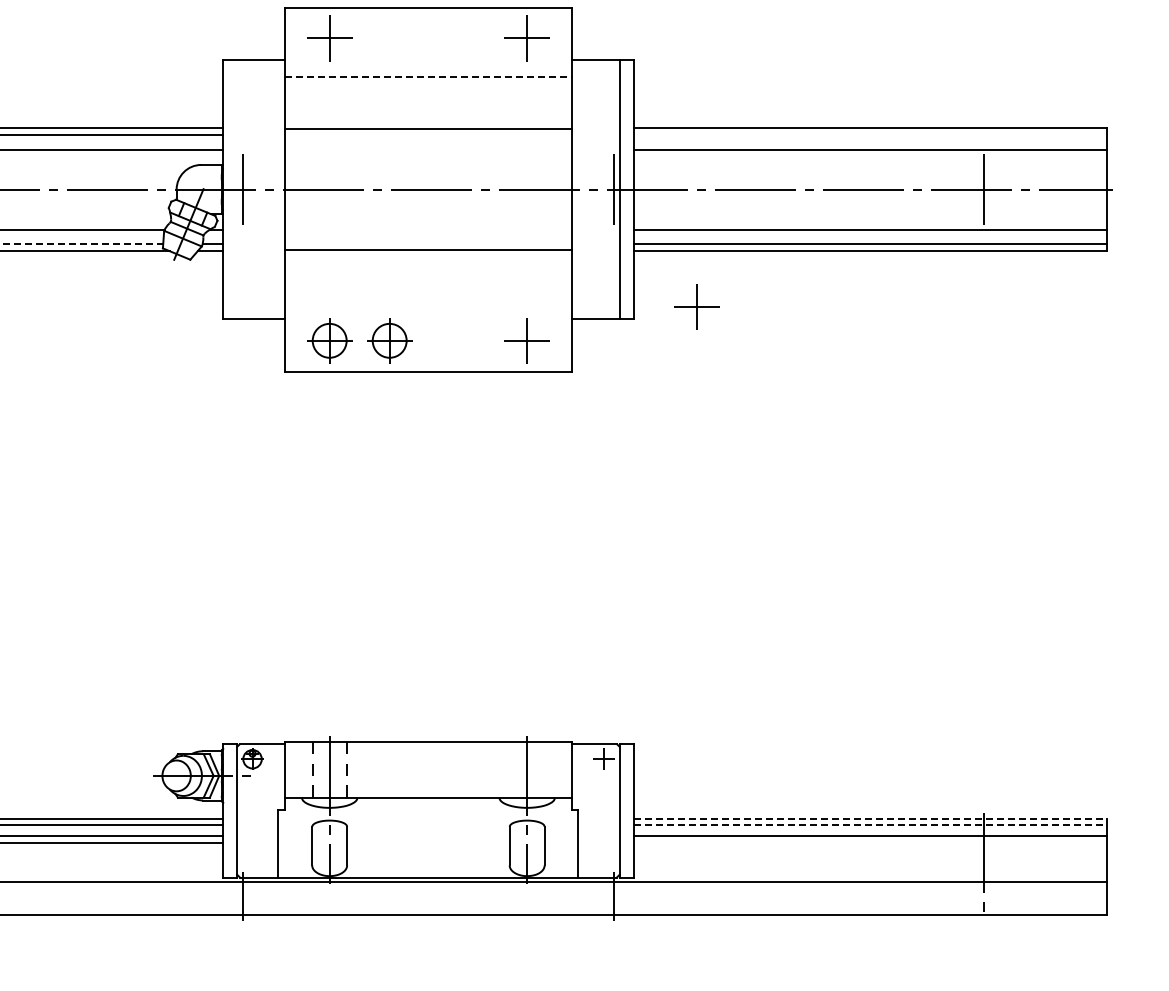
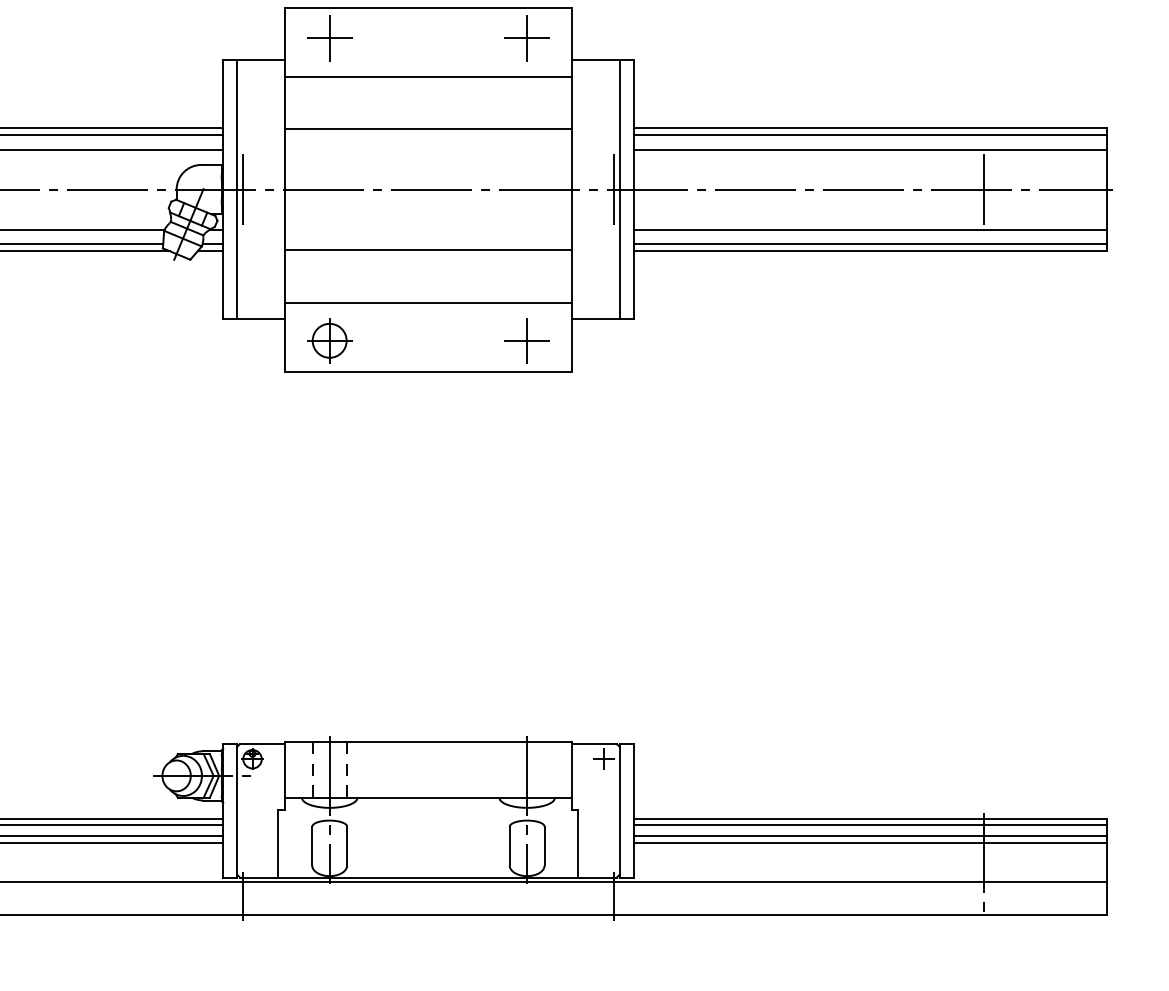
line at (428, 77): dashed -> solid
line at (870, 135): none -> present
line at (237, 189): none -> present
line at (82, 243): dashed -> solid
line at (428, 302): none -> present
part at (696, 306): present -> none
part at (389, 340): present -> none
line at (870, 819): dashed -> solid
line at (870, 825): dashed -> solid
line at (870, 842): none -> present
